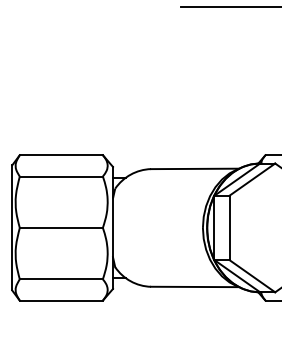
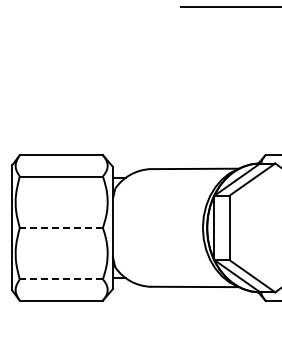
line at (61, 227): solid -> dashed
line at (61, 279): solid -> dashed
